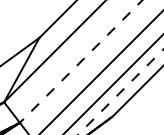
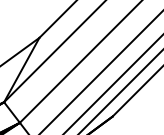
line at (81, 61): dashed -> solid
line at (120, 91): dashed -> solid
